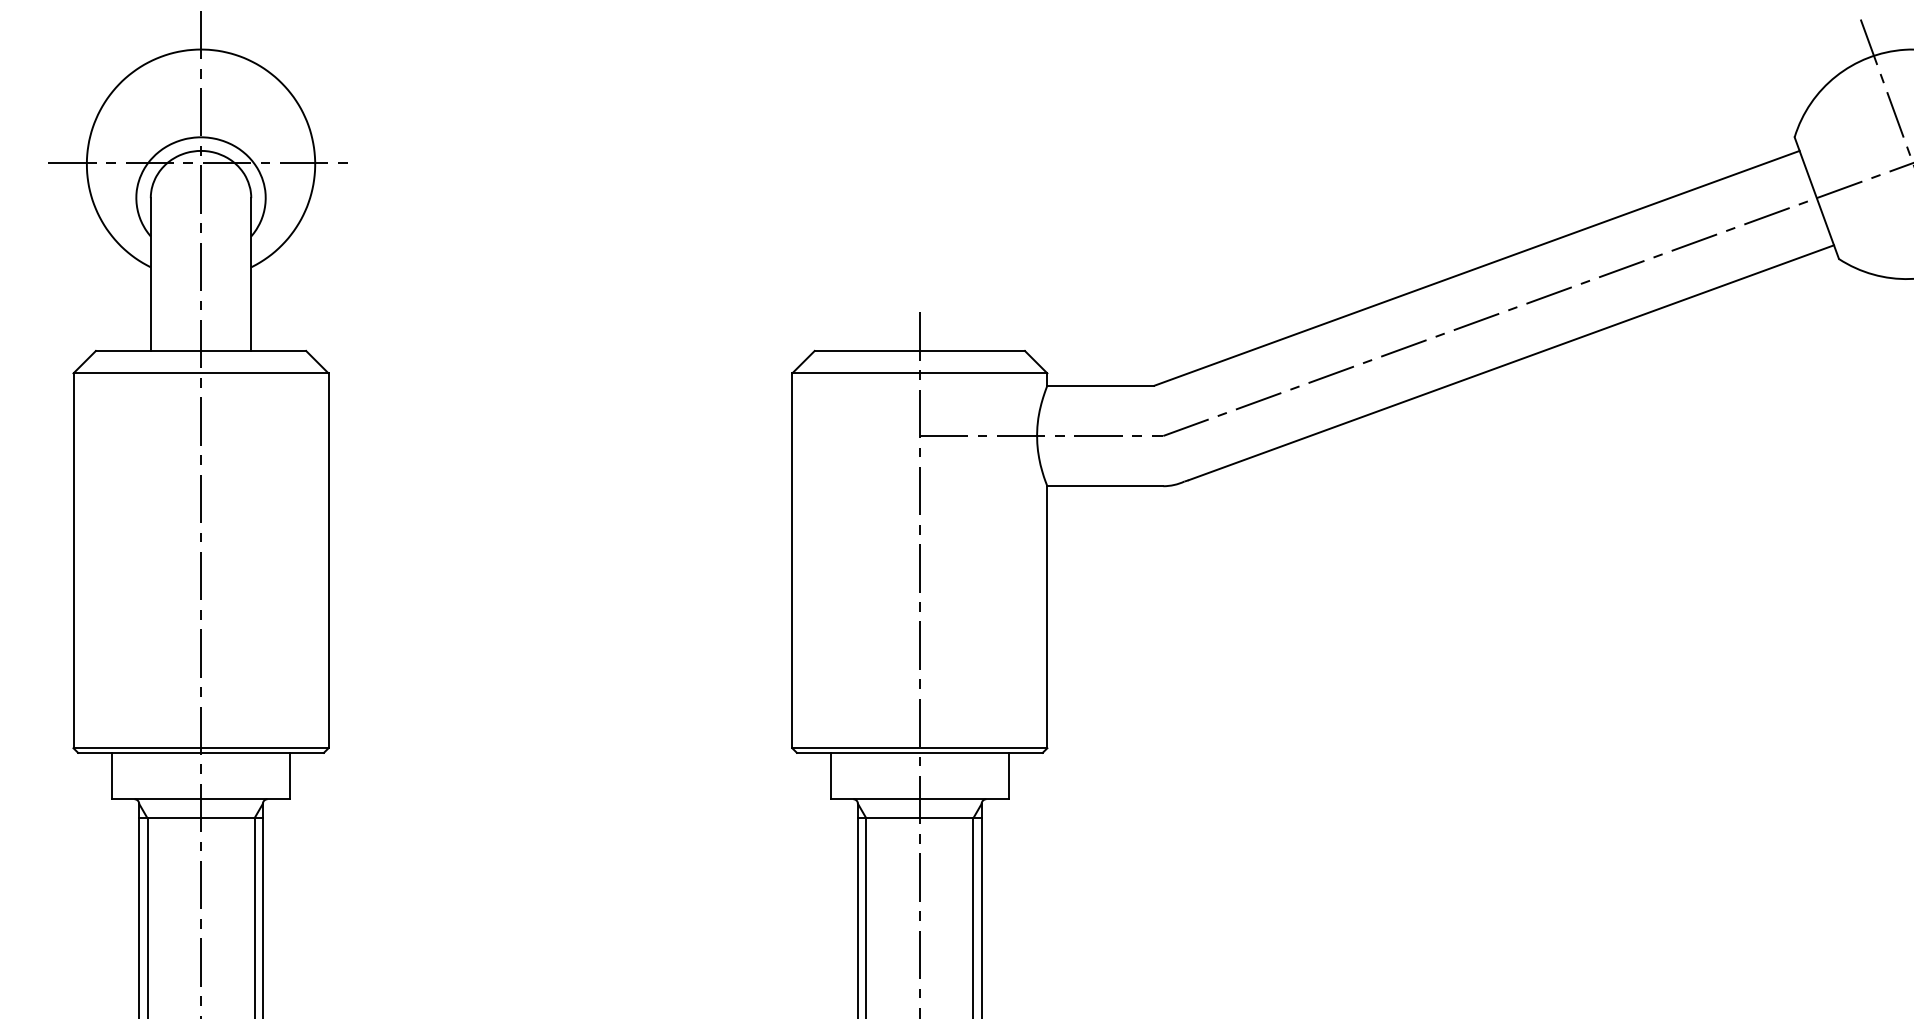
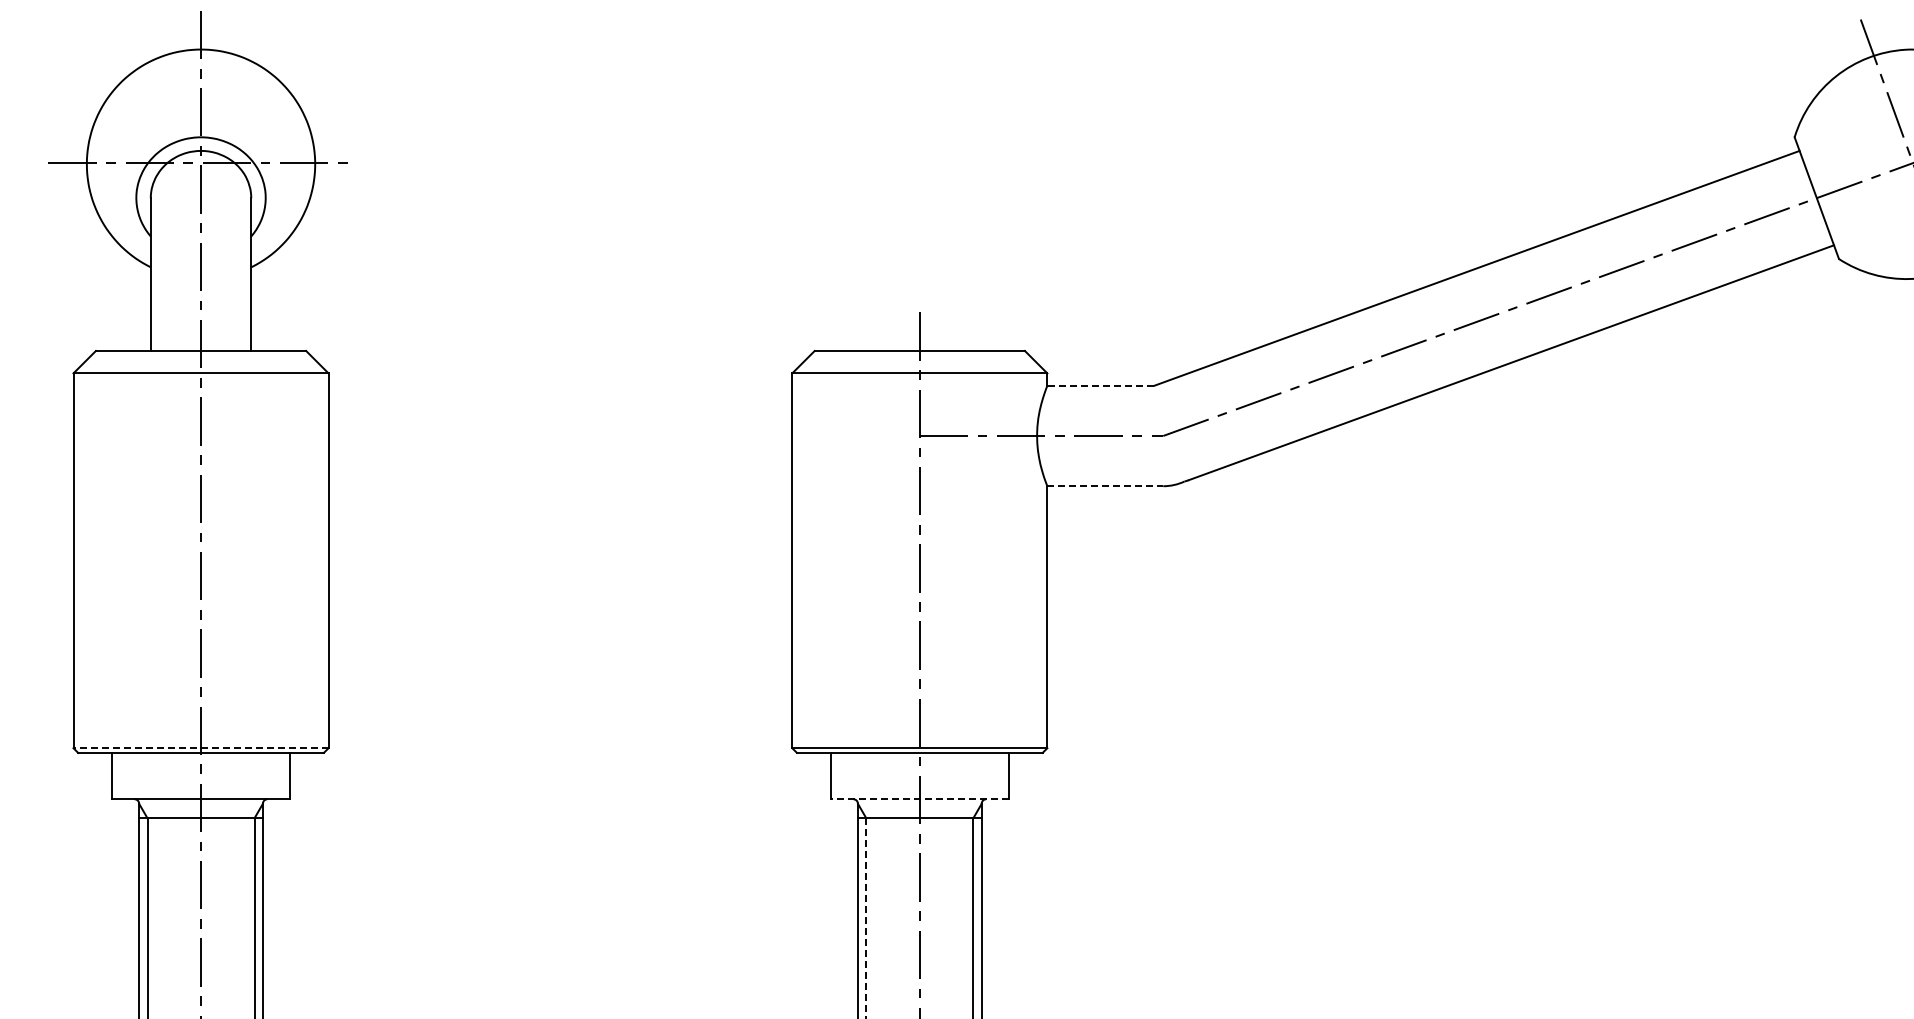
line at (1100, 385): solid -> dashed
line at (1105, 486): solid -> dashed
line at (201, 748): solid -> dashed
line at (919, 799): solid -> dashed
line at (866, 919): solid -> dashed
